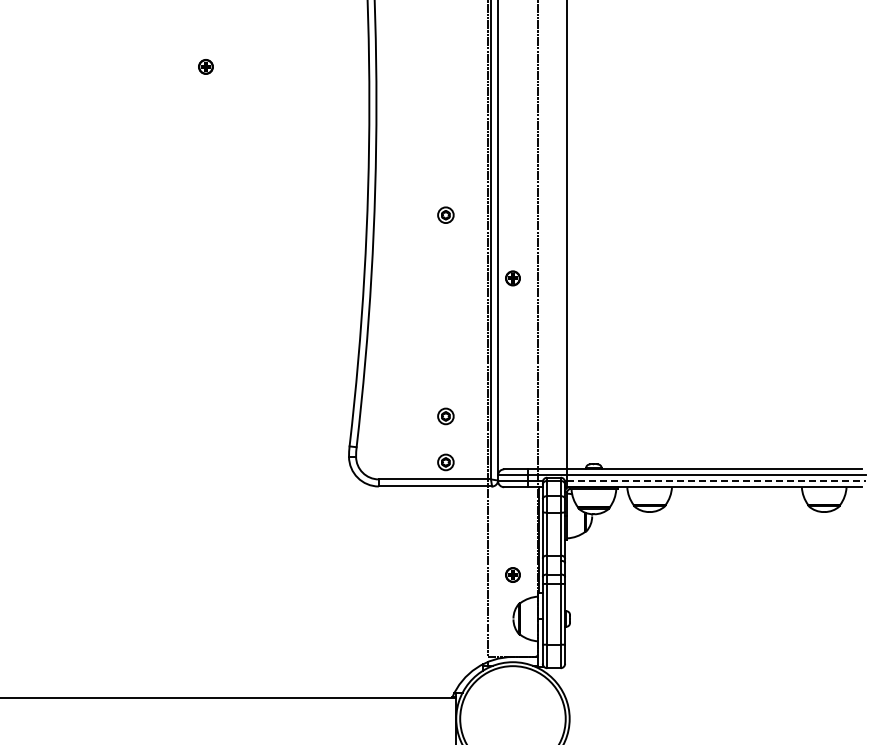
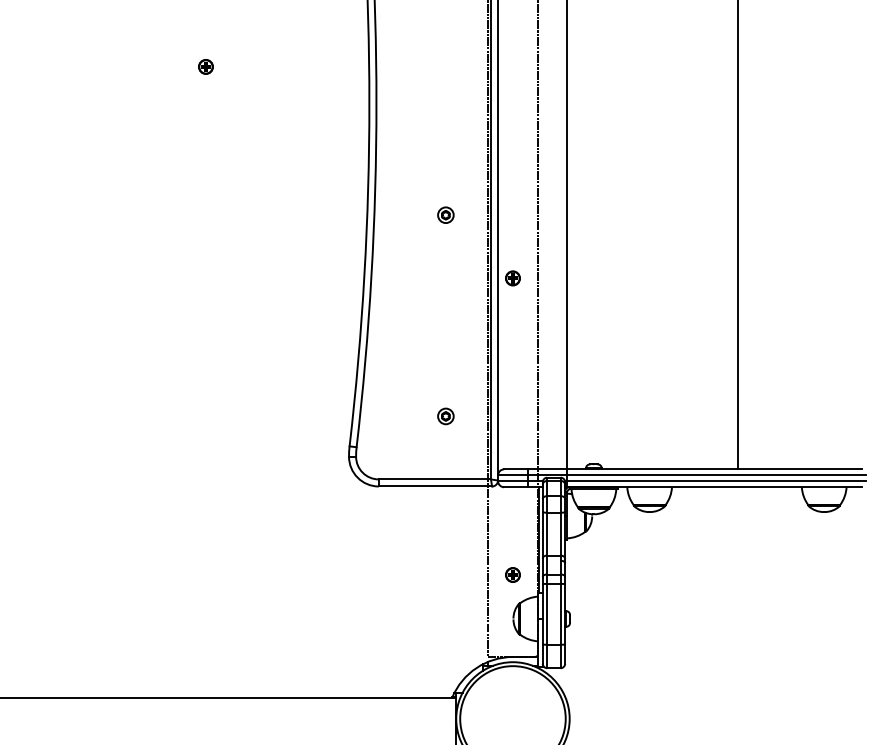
line at (737, 235): none -> present
part at (445, 462): present -> none
line at (716, 481): dashed -> solid
